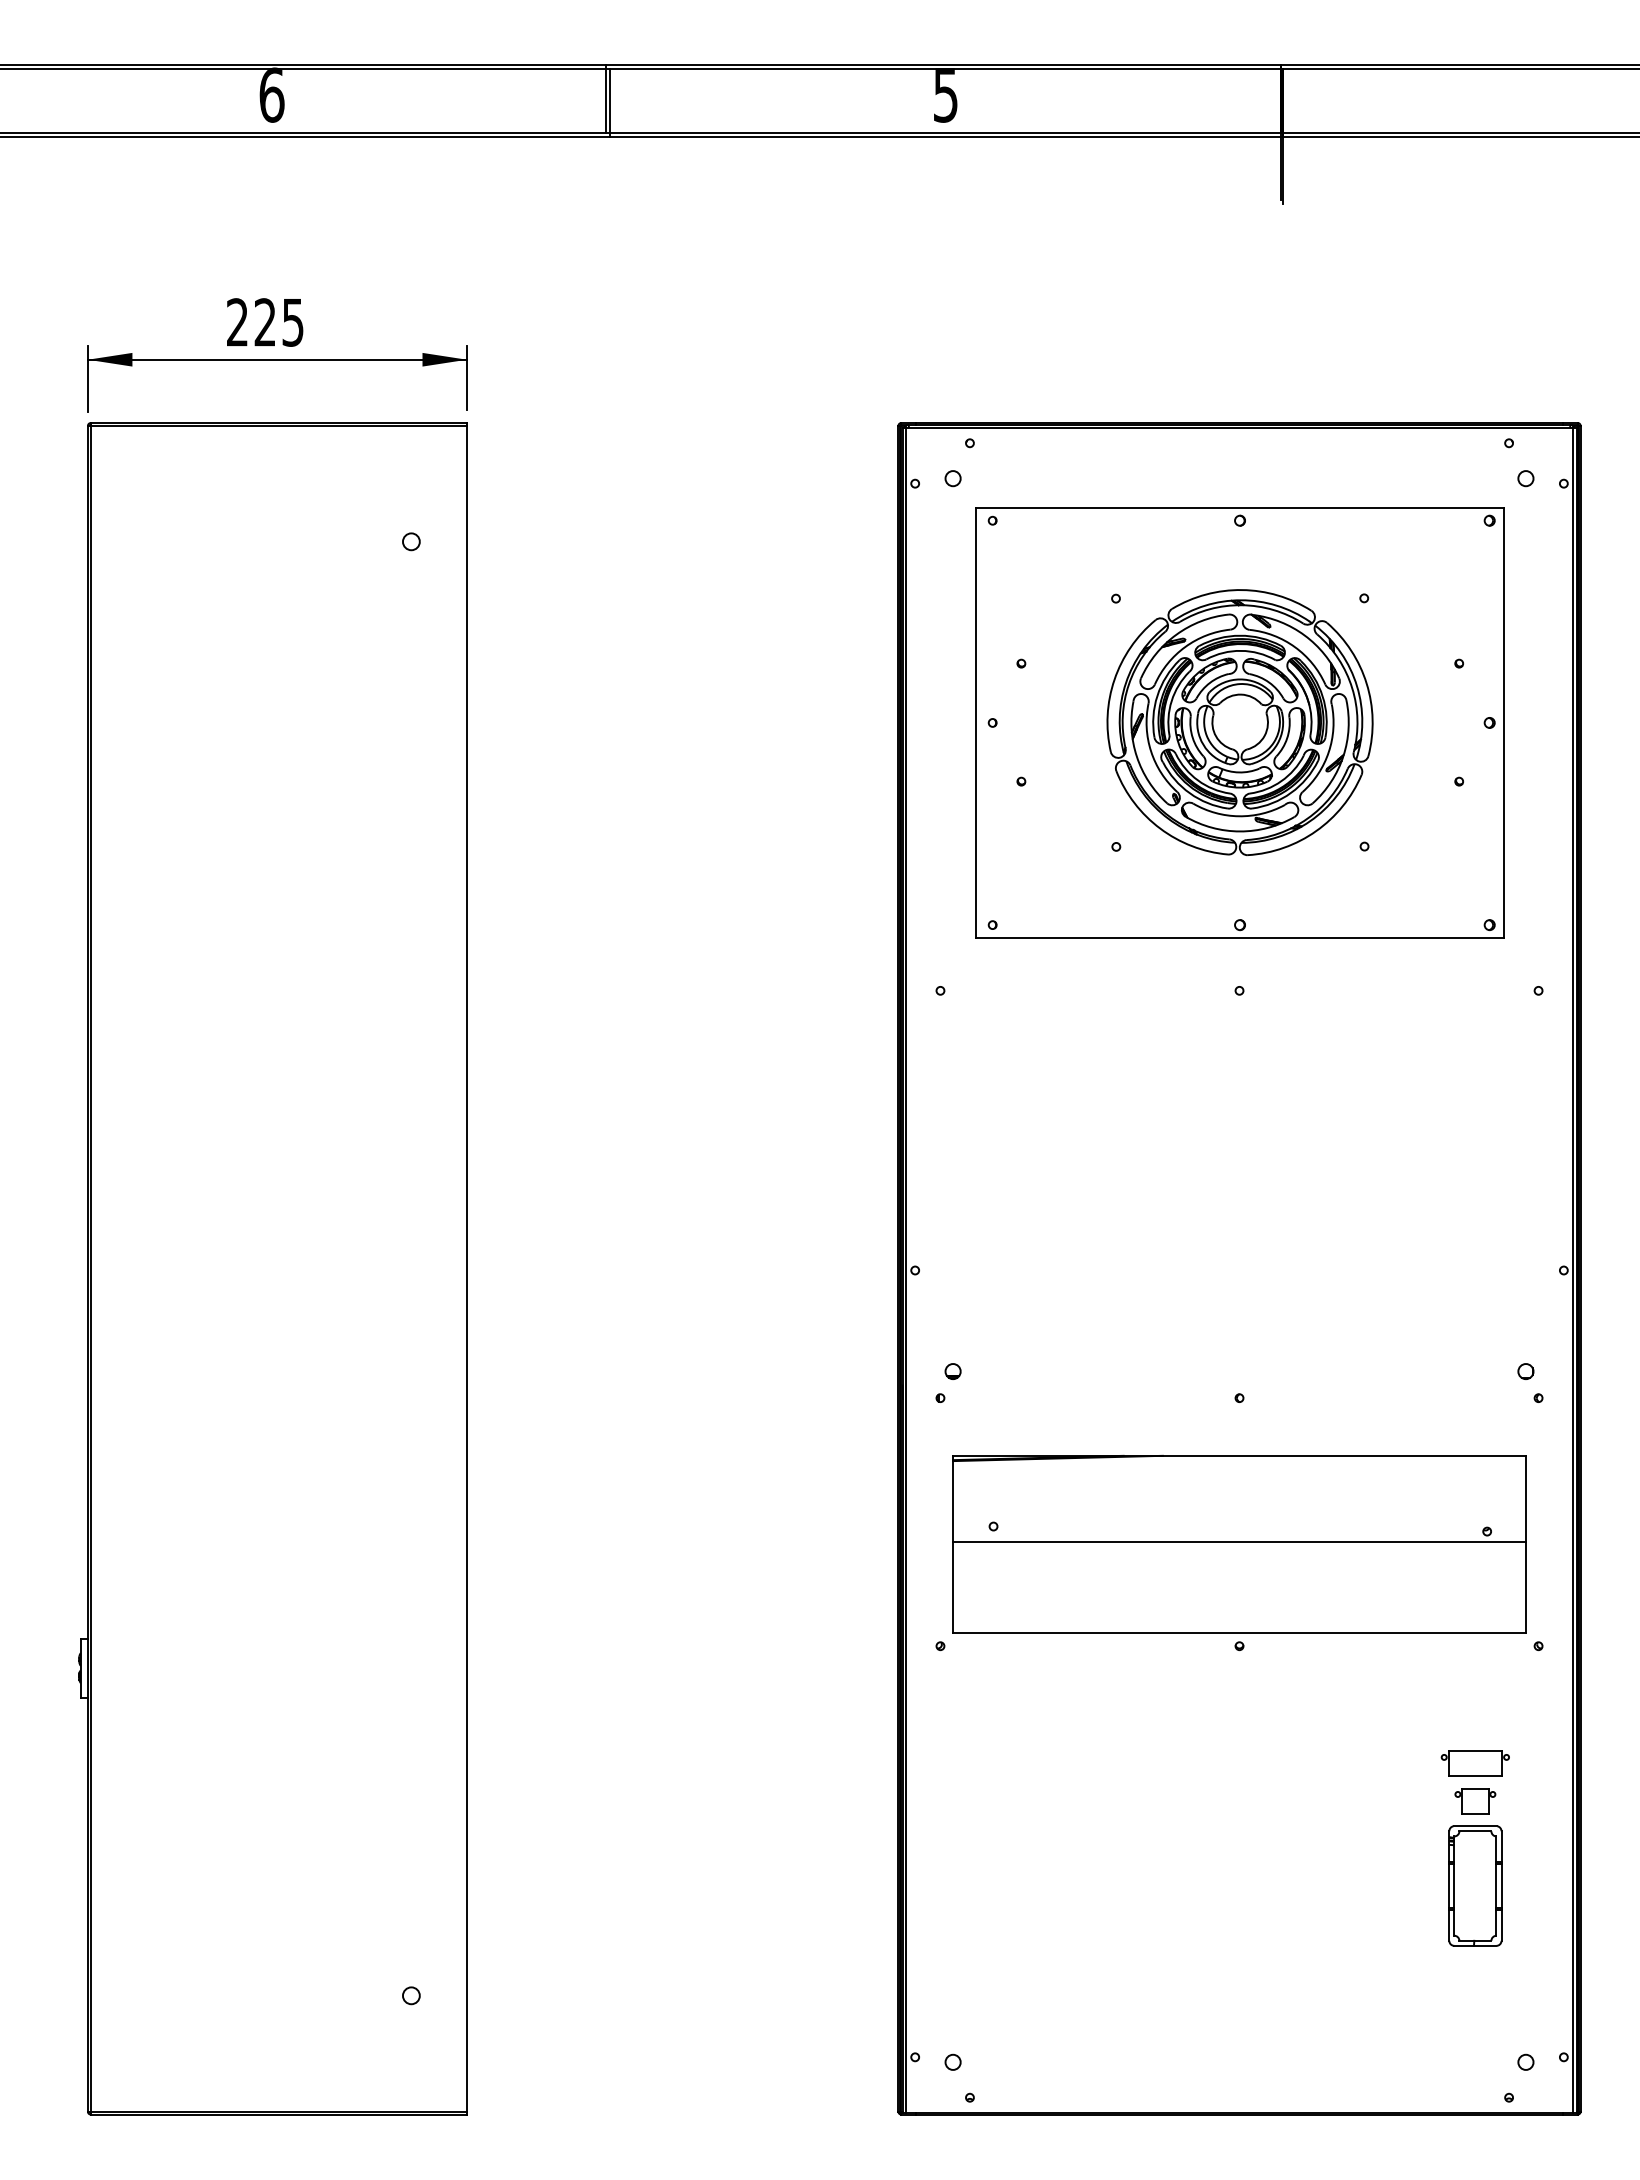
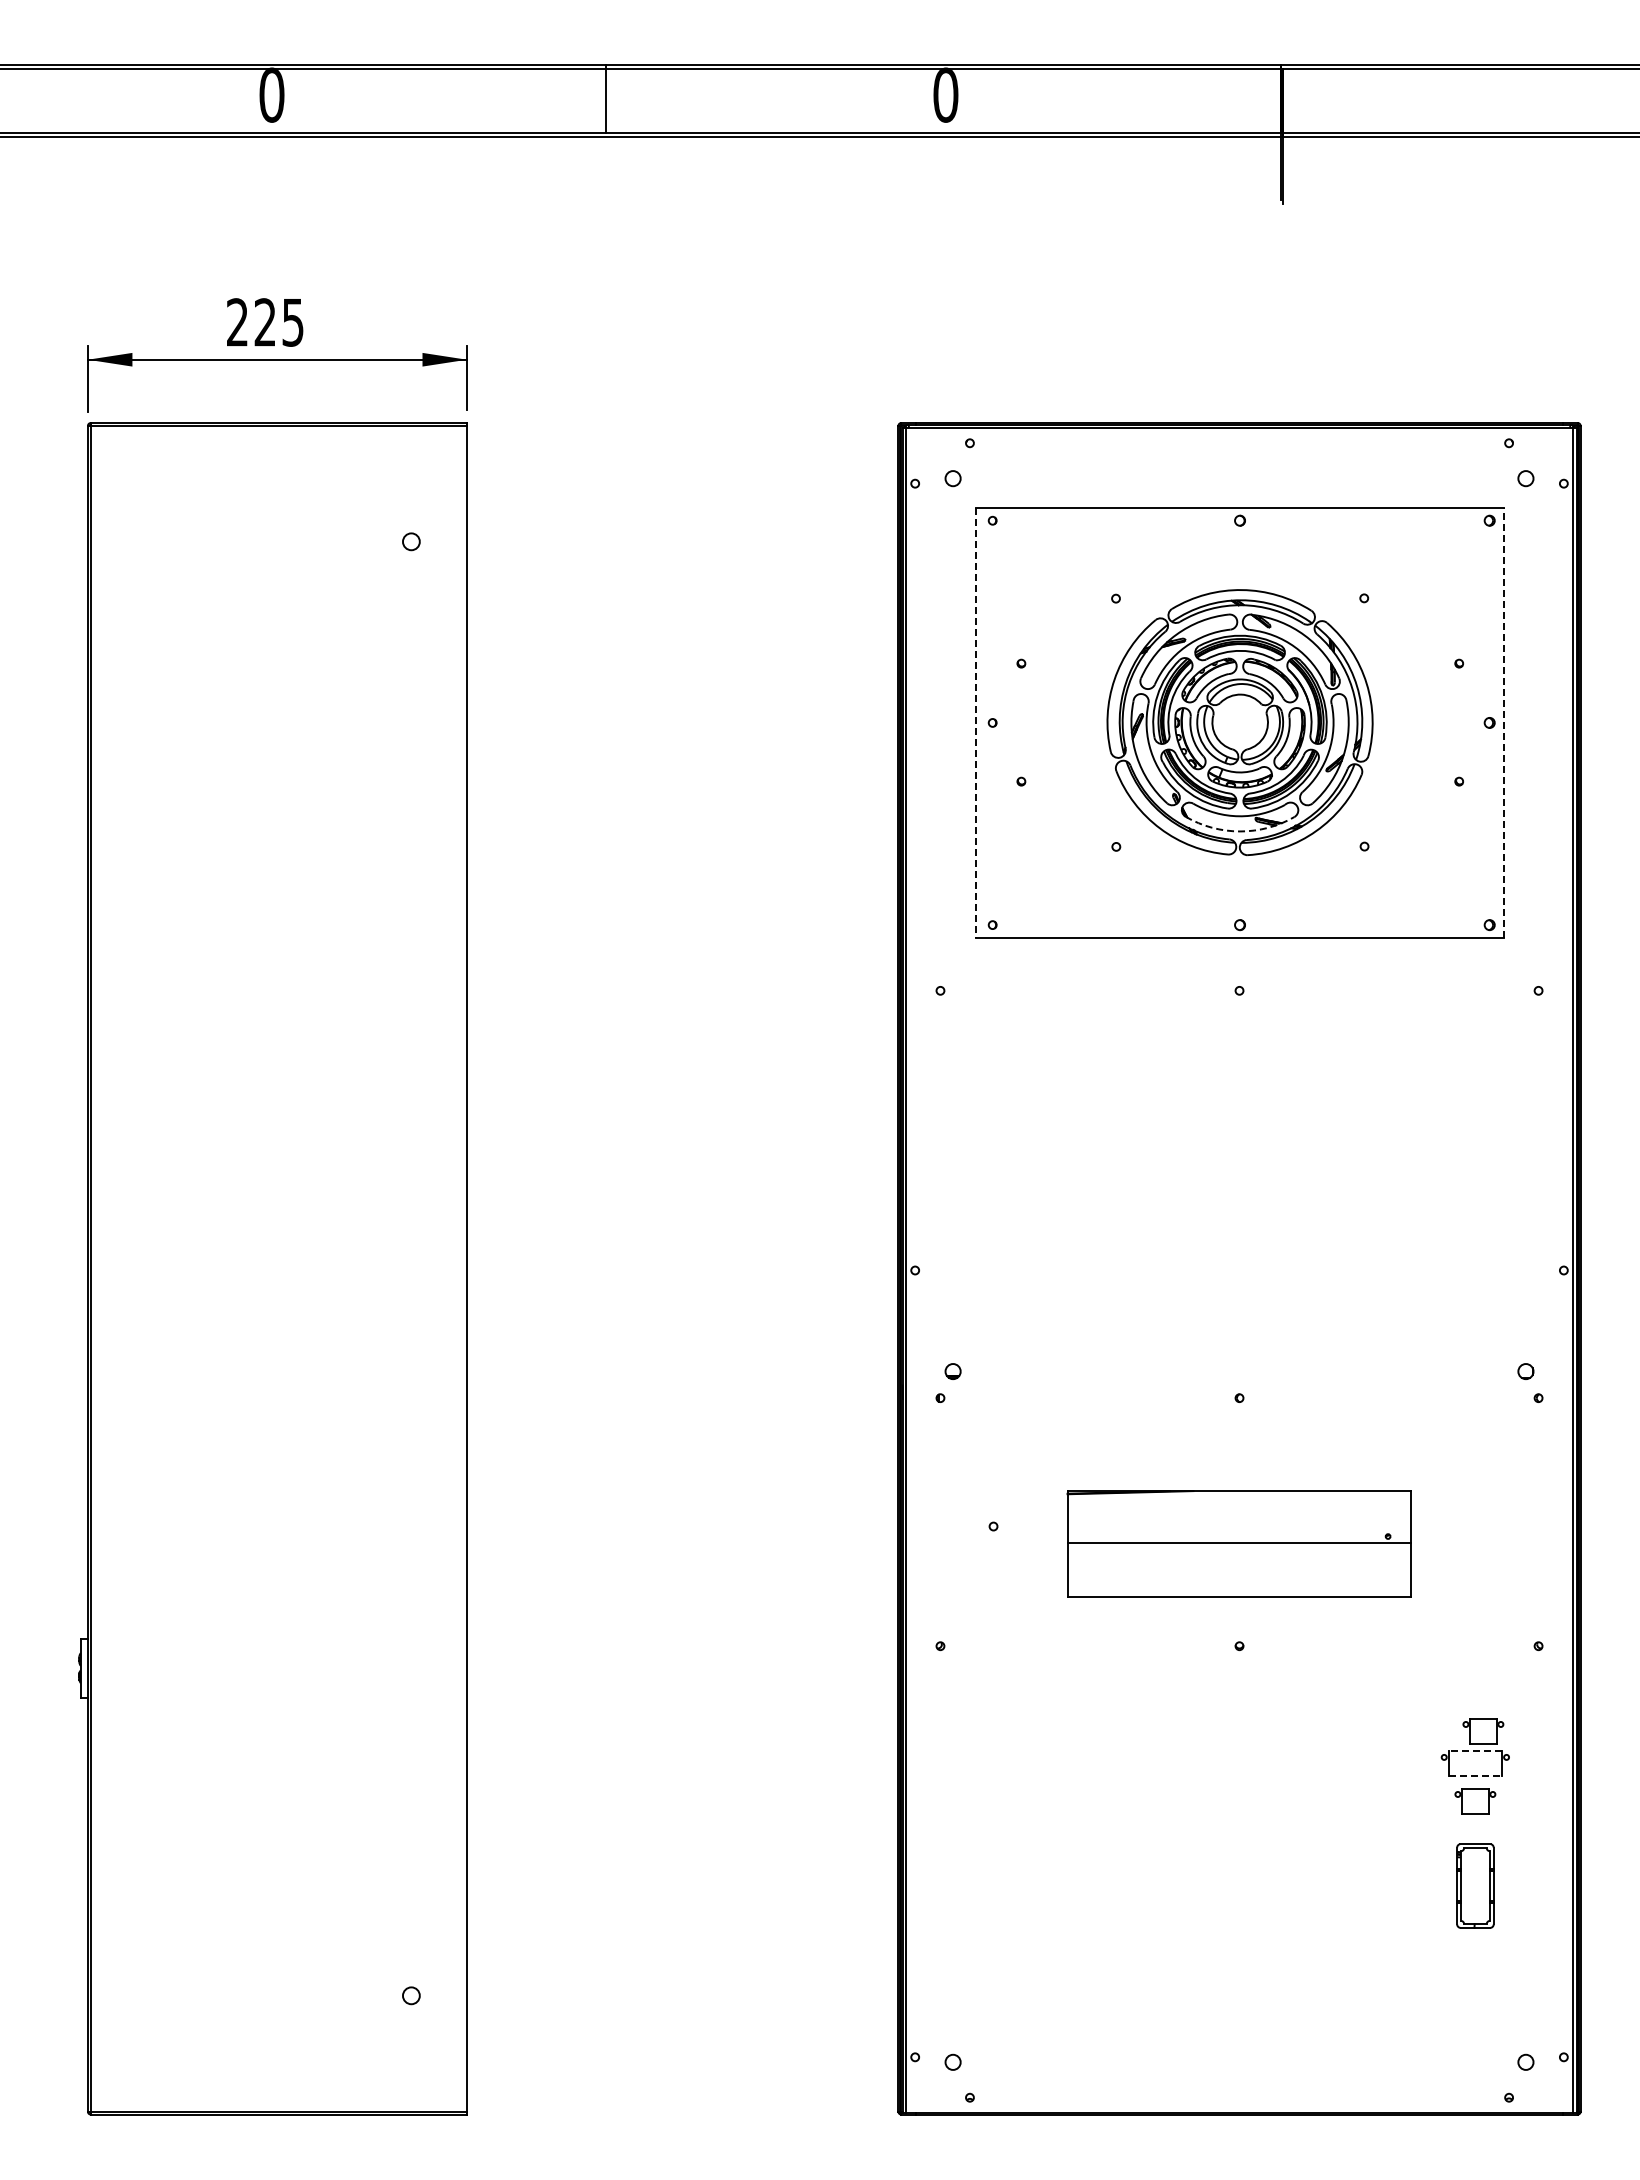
text at (271, 94): 6 -> 0
text at (945, 94): 5 -> 0
line at (609, 102): present -> none
line at (976, 722): solid -> dashed
line at (1503, 722): solid -> dashed
arc at (1240, 831): solid -> dashed
part at (1239, 1543) size: 575x180 px -> 346x108 px
part at (1483, 1731): none -> present
line at (1474, 1750): solid -> dashed
line at (1475, 1775): solid -> dashed
part at (1475, 1885) size: 55x122 px -> 39x86 px
